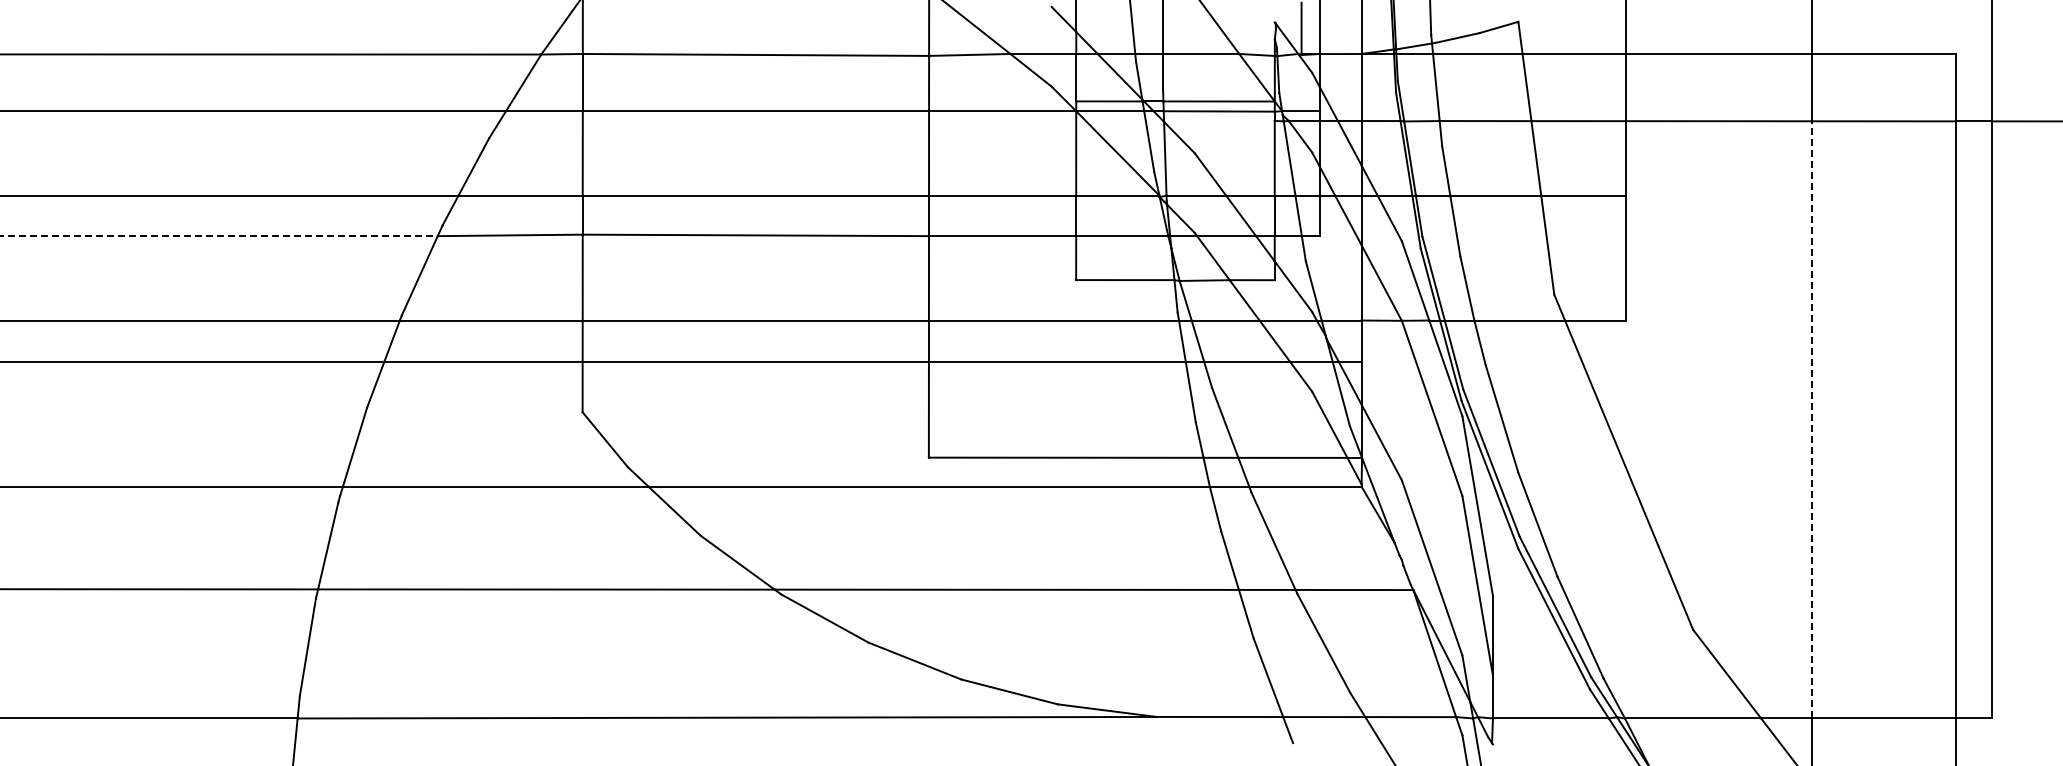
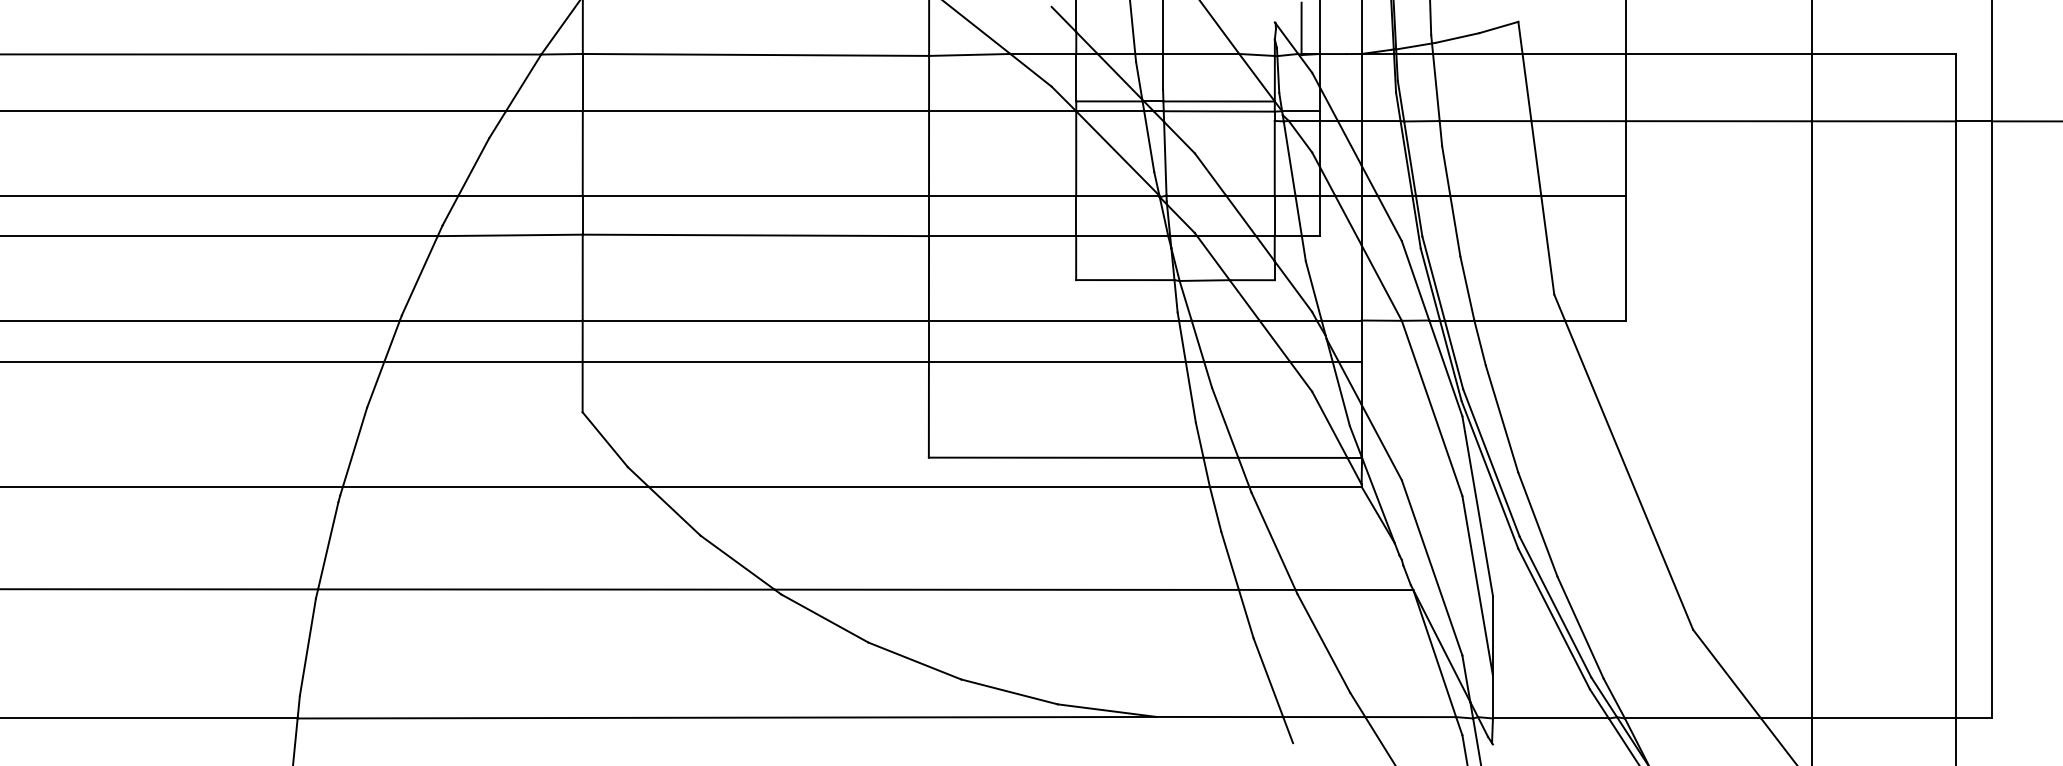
line at (219, 236): dashed -> solid
line at (1811, 419): dashed -> solid
